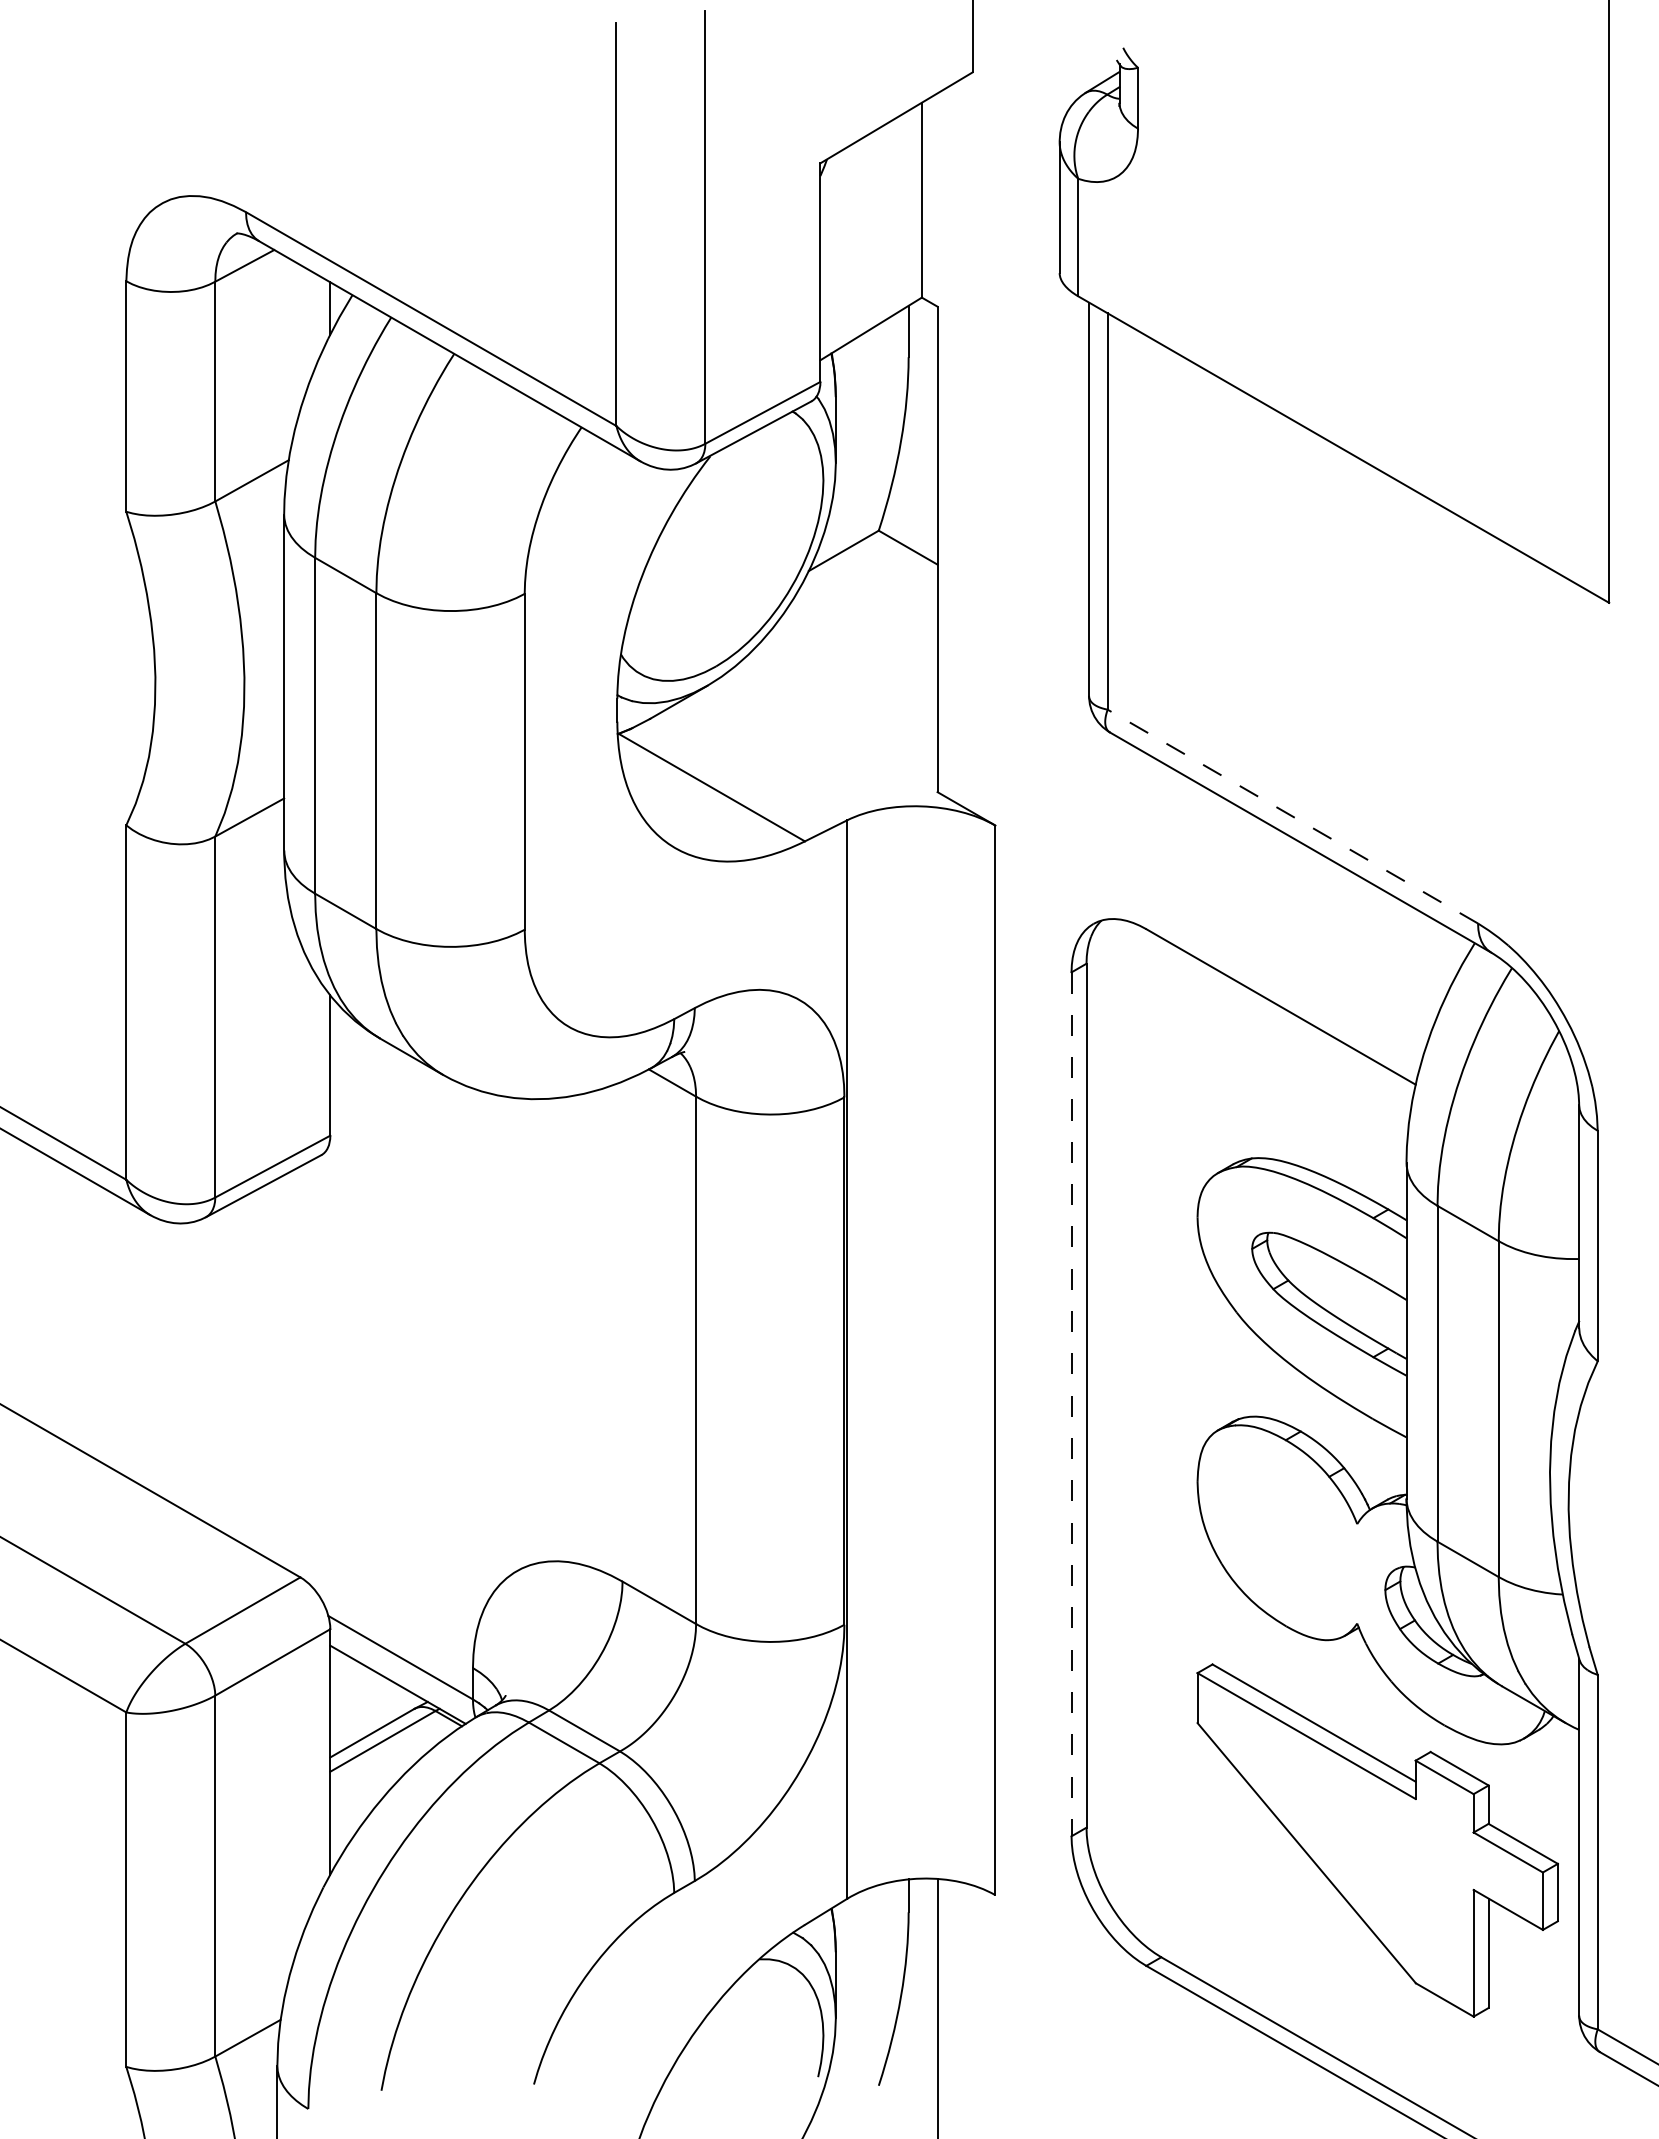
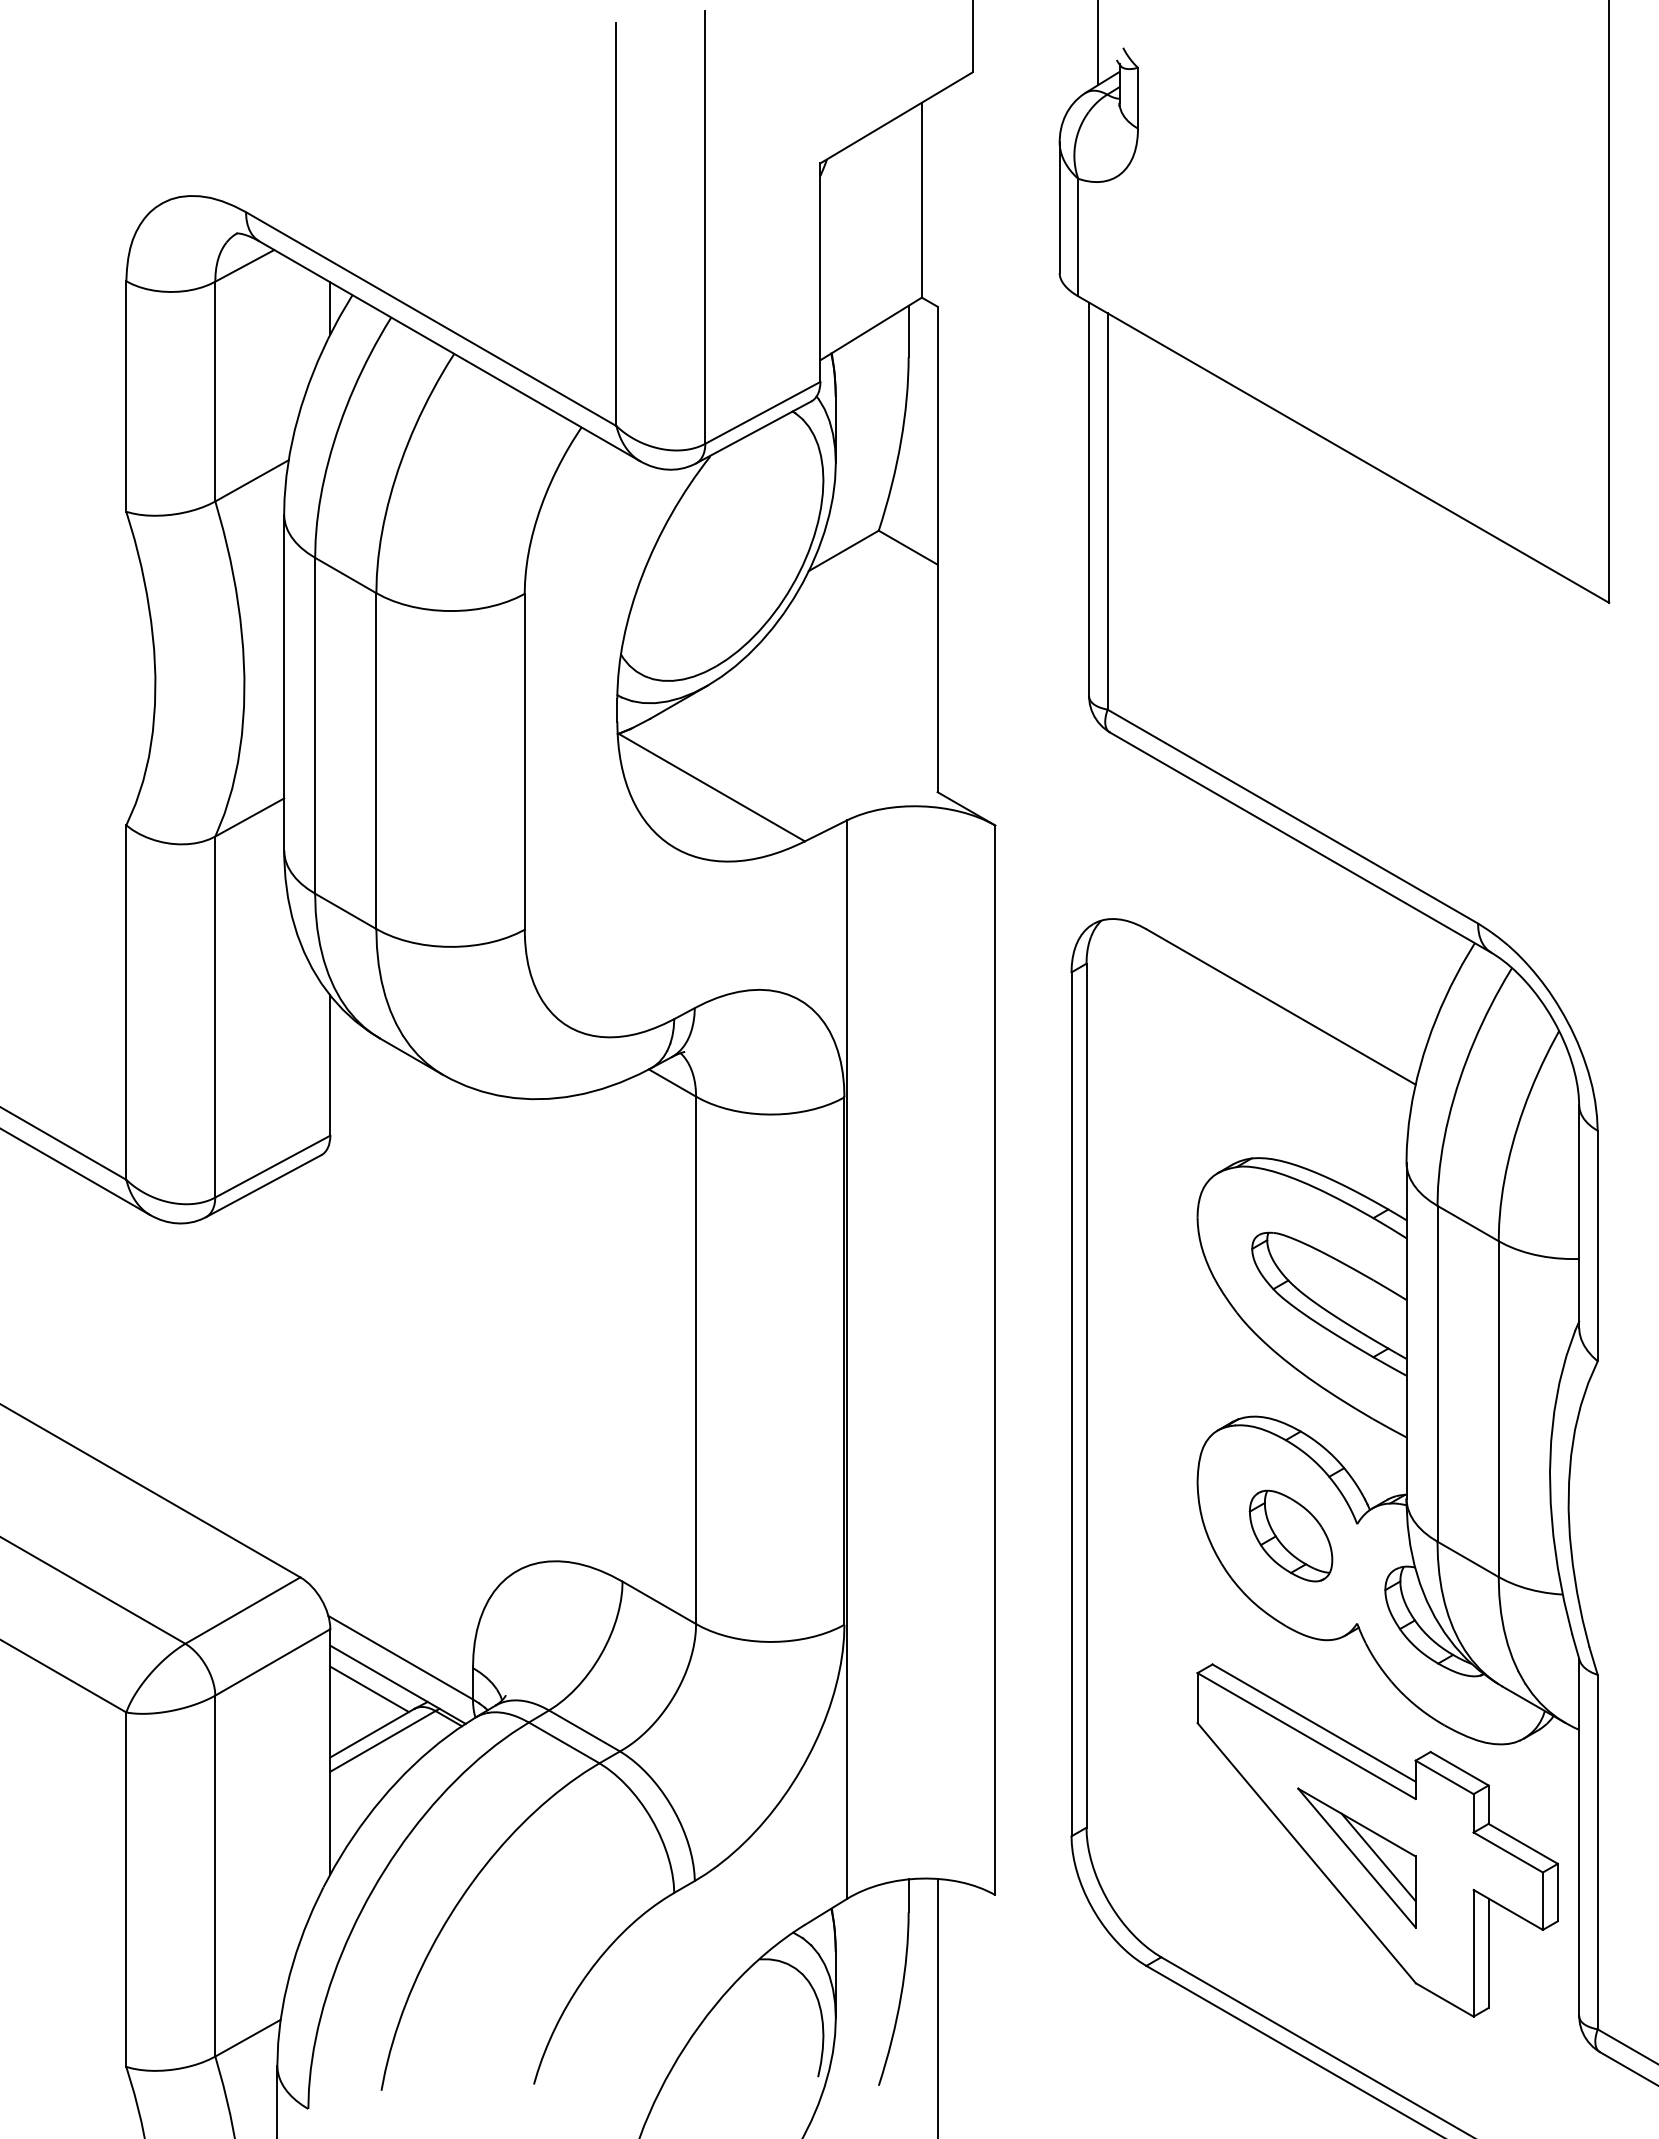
line at (1097, 43): none -> present
line at (1292, 816): dashed -> solid
line at (1071, 1404): dashed -> solid
part at (1290, 1535): none -> present
line at (369, 1689): none -> present
part at (1356, 1857): none -> present
